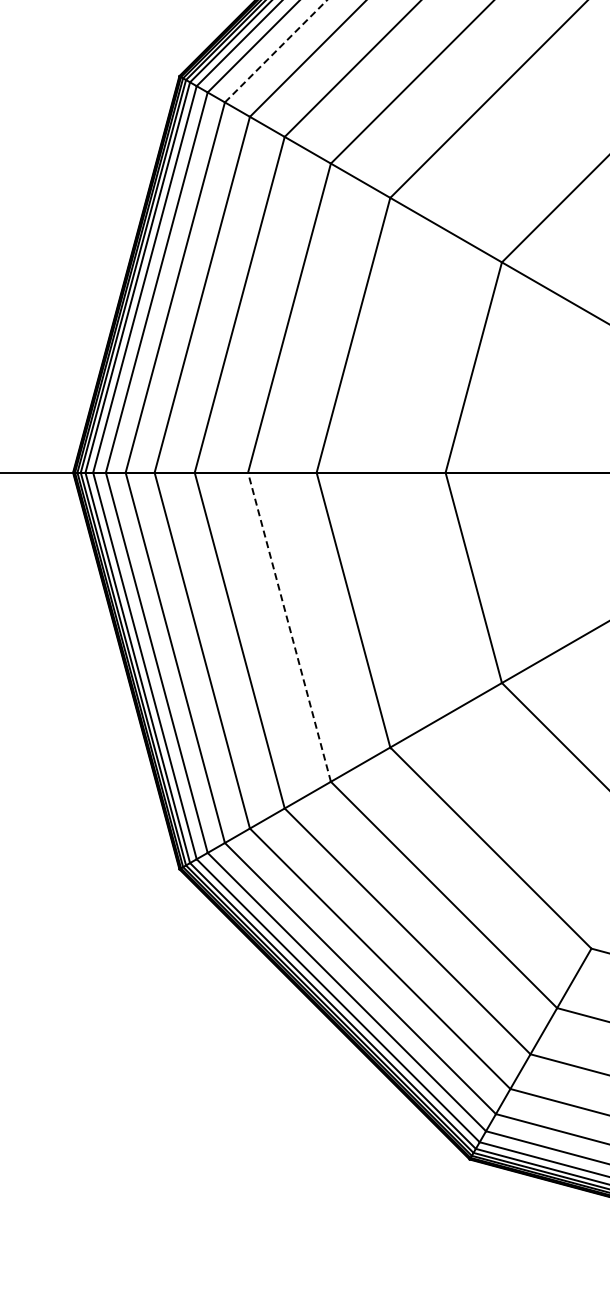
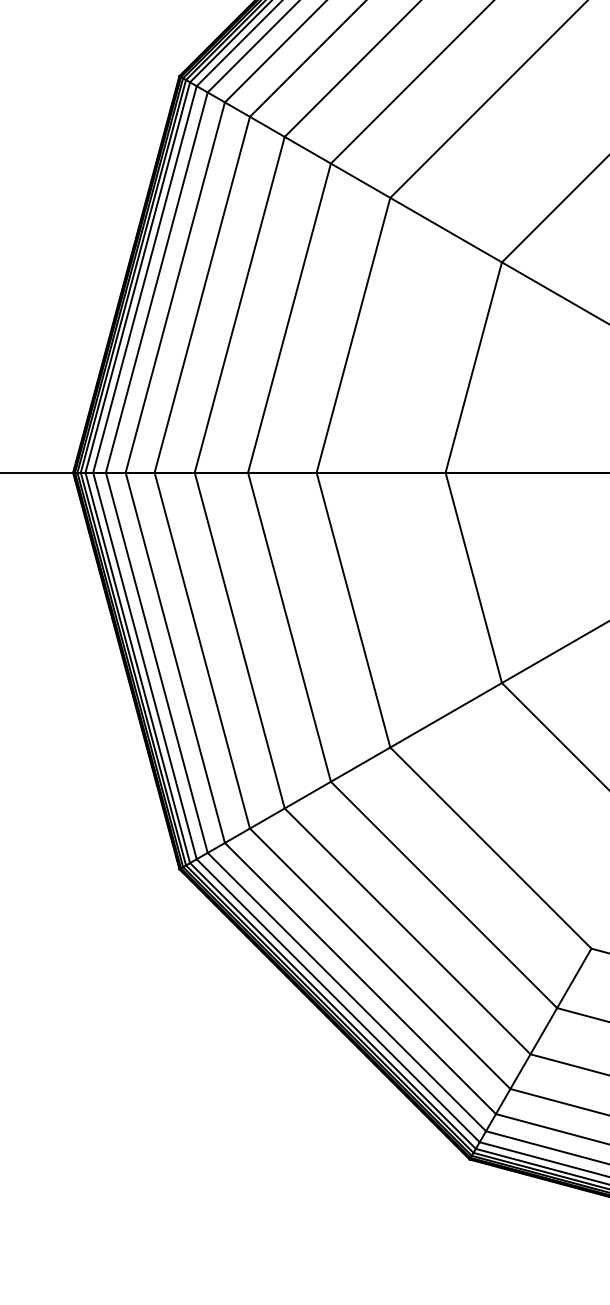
line at (276, 50): dashed -> solid
line at (289, 626): dashed -> solid
